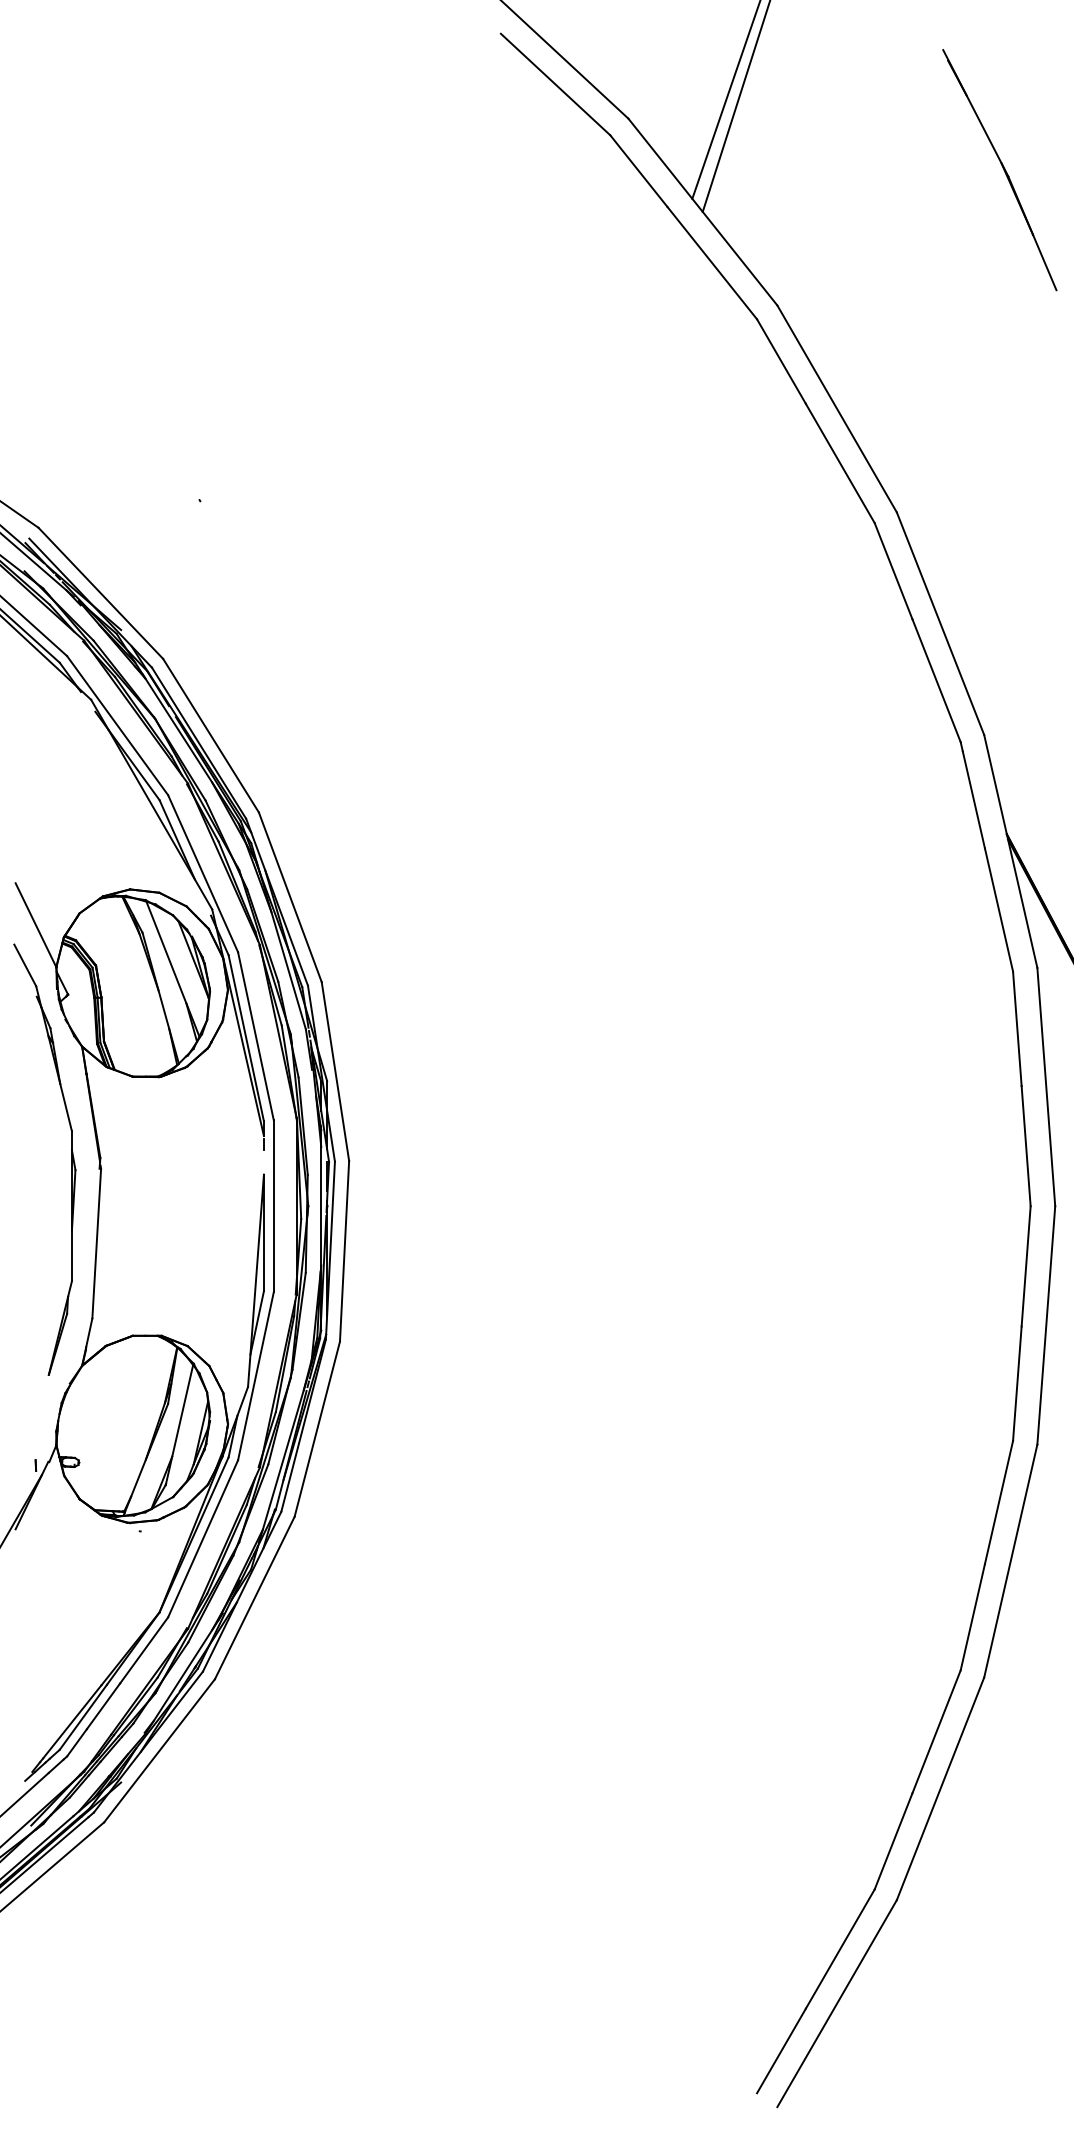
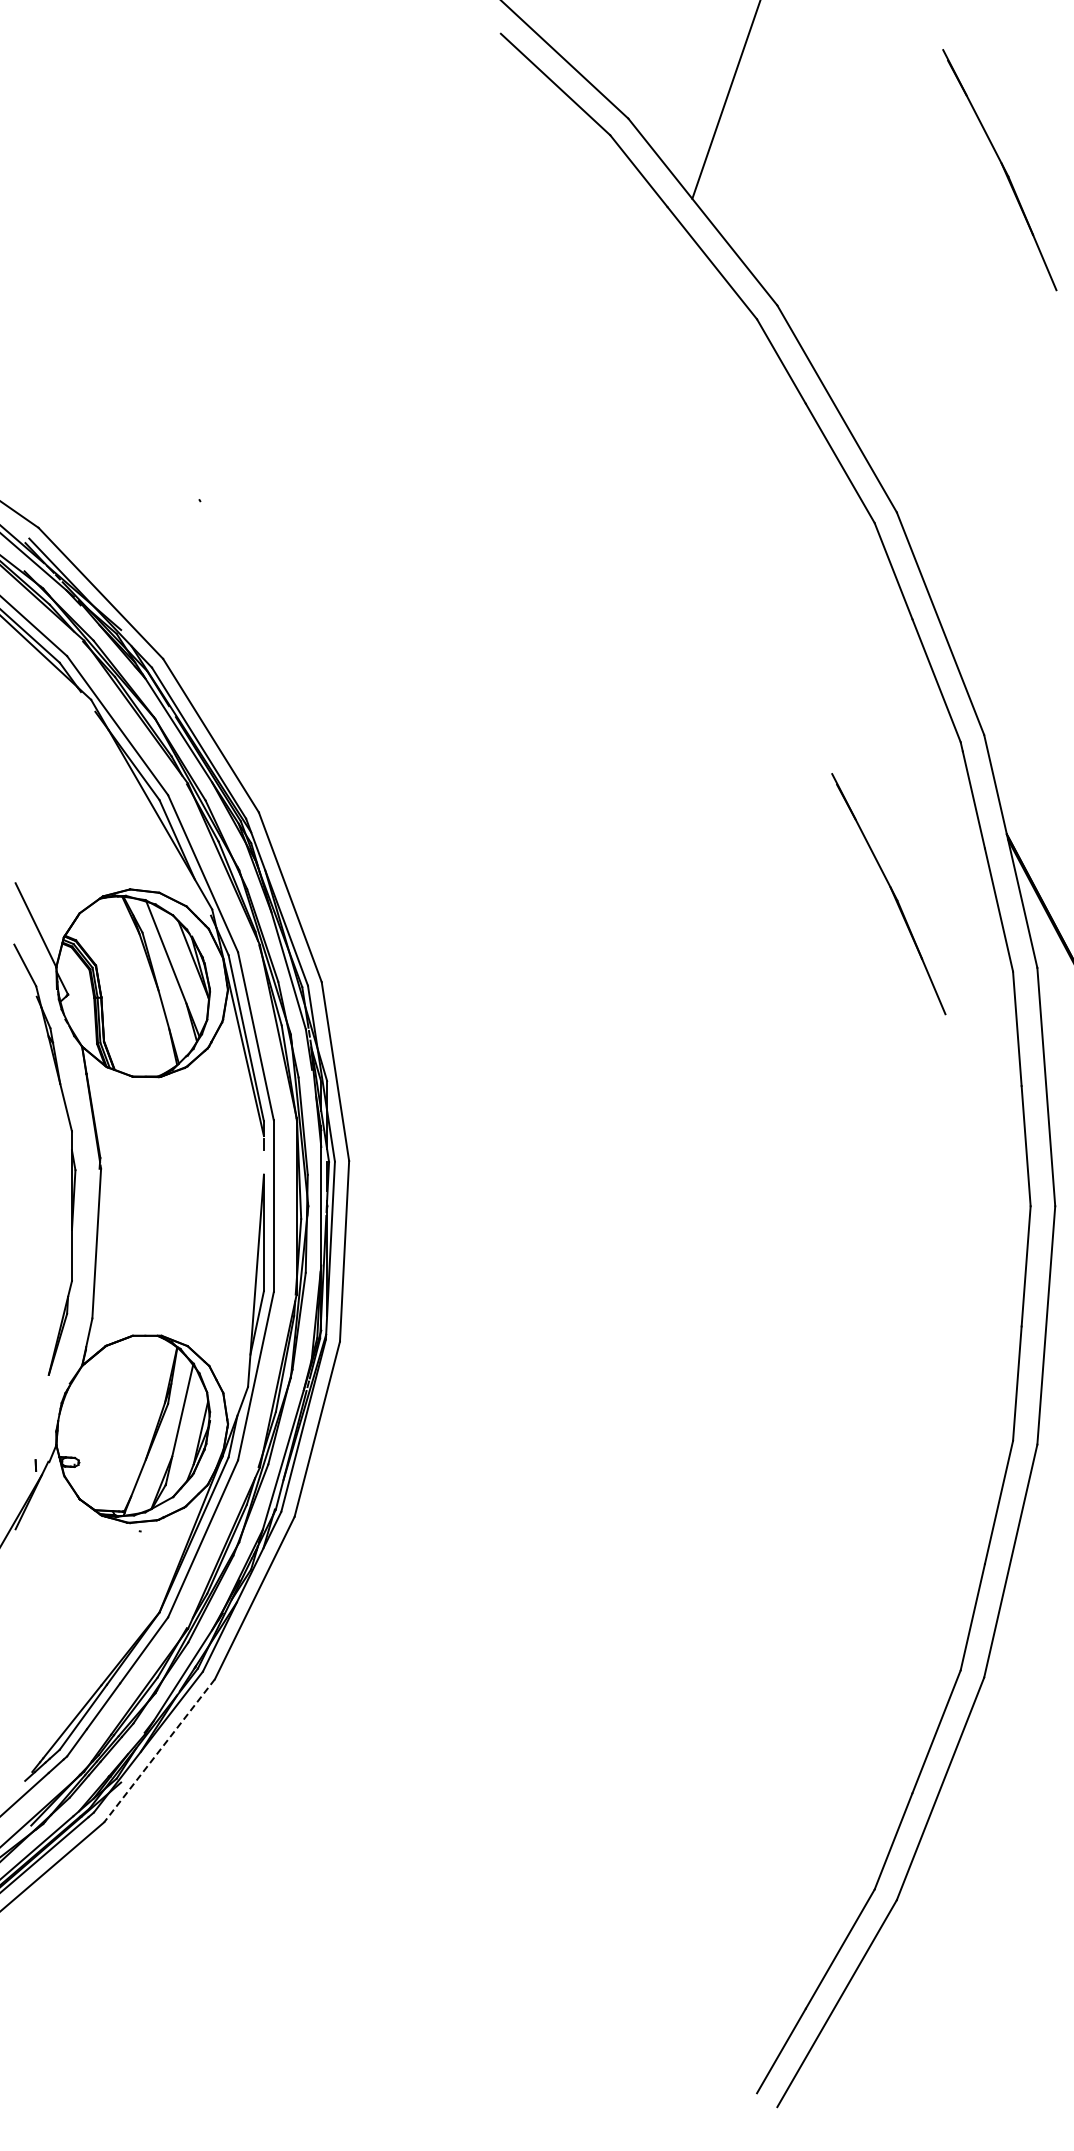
line at (735, 106): present -> none
part at (888, 894): none -> present
line at (159, 1751): solid -> dashed
